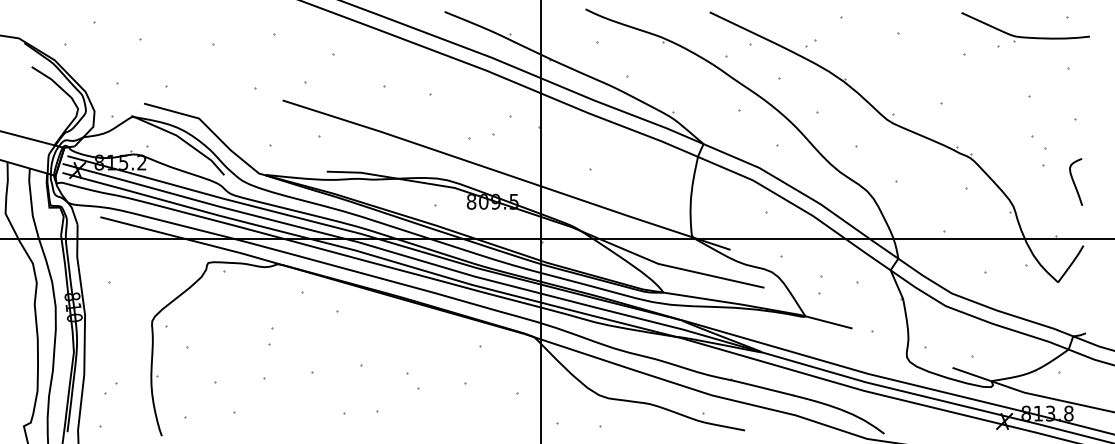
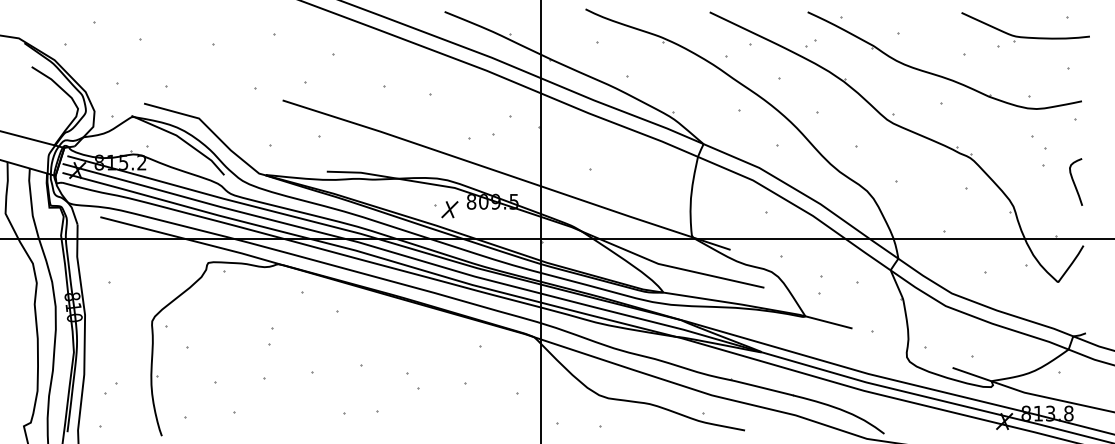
part at (938, 74): none -> present
part at (449, 209): none -> present
